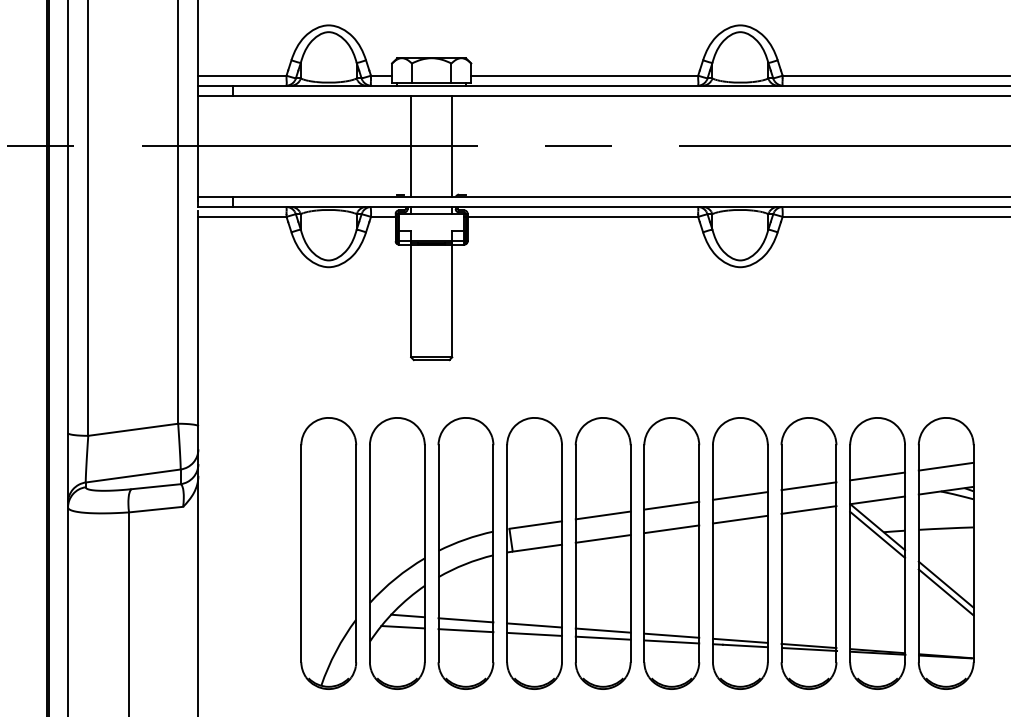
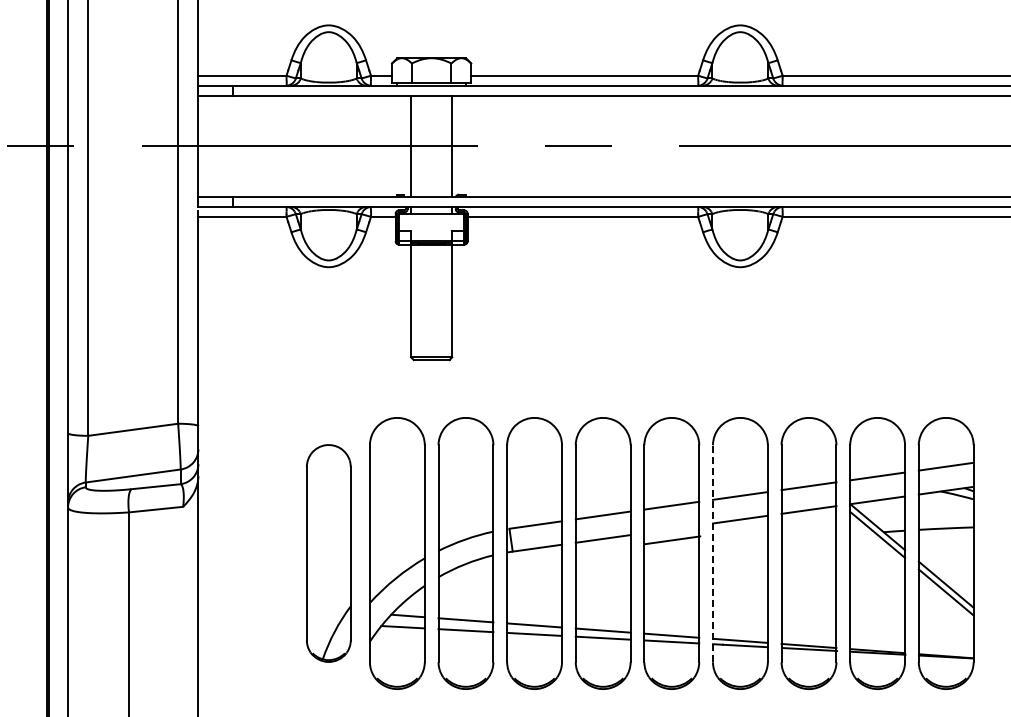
line at (671, 529) position: (671, 529) -> (672, 540)
part at (328, 553) size: 58x273 px -> 46x219 px
line at (712, 553): solid -> dashed
